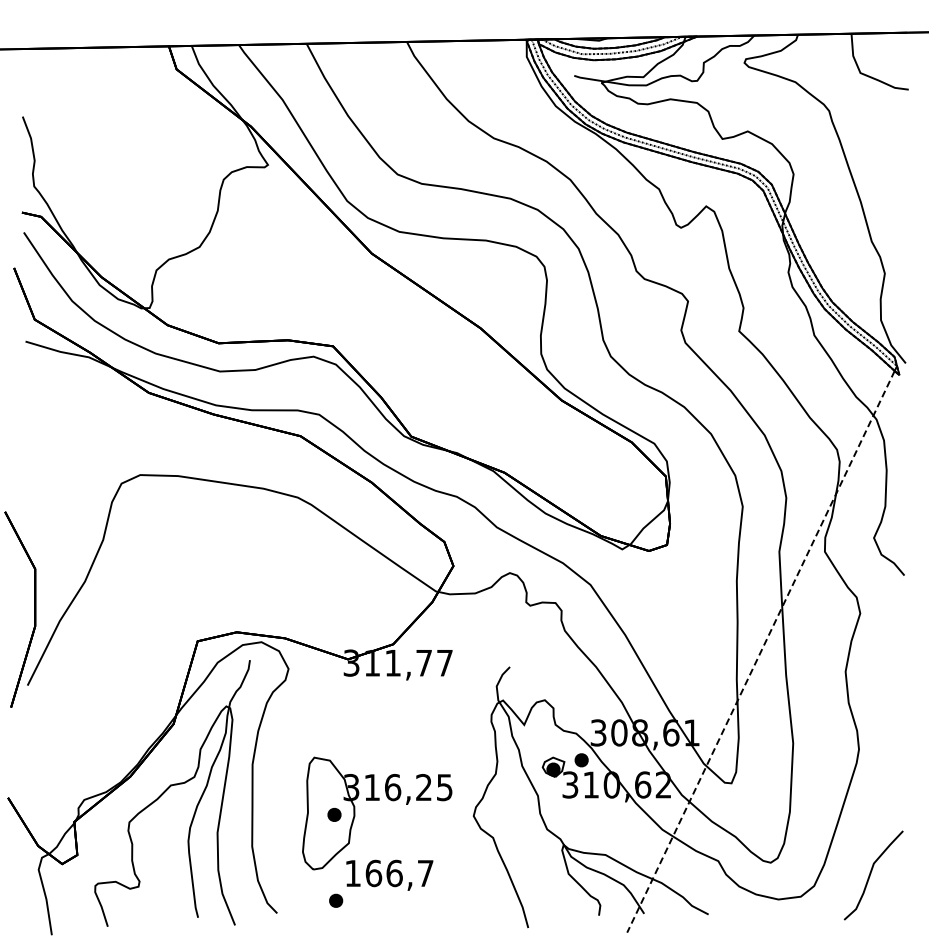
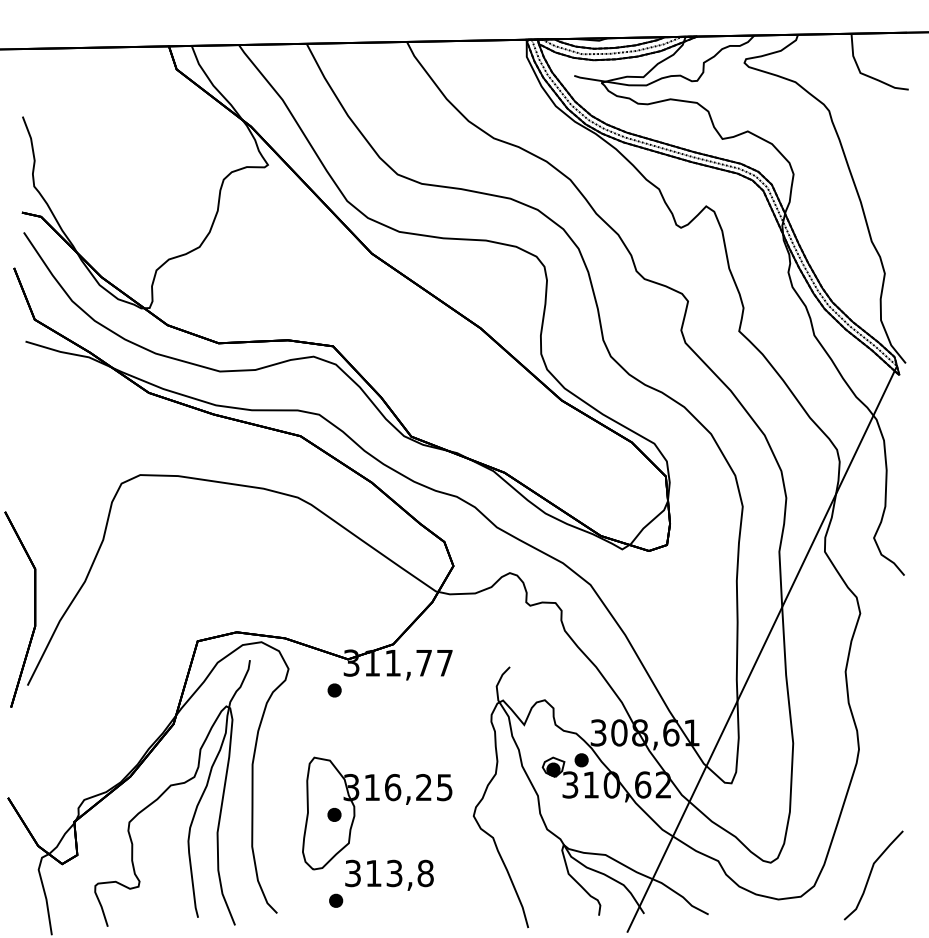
line at (760, 652): dashed -> solid
part at (334, 690): none -> present
text at (389, 873): 166,7 -> 313,8
